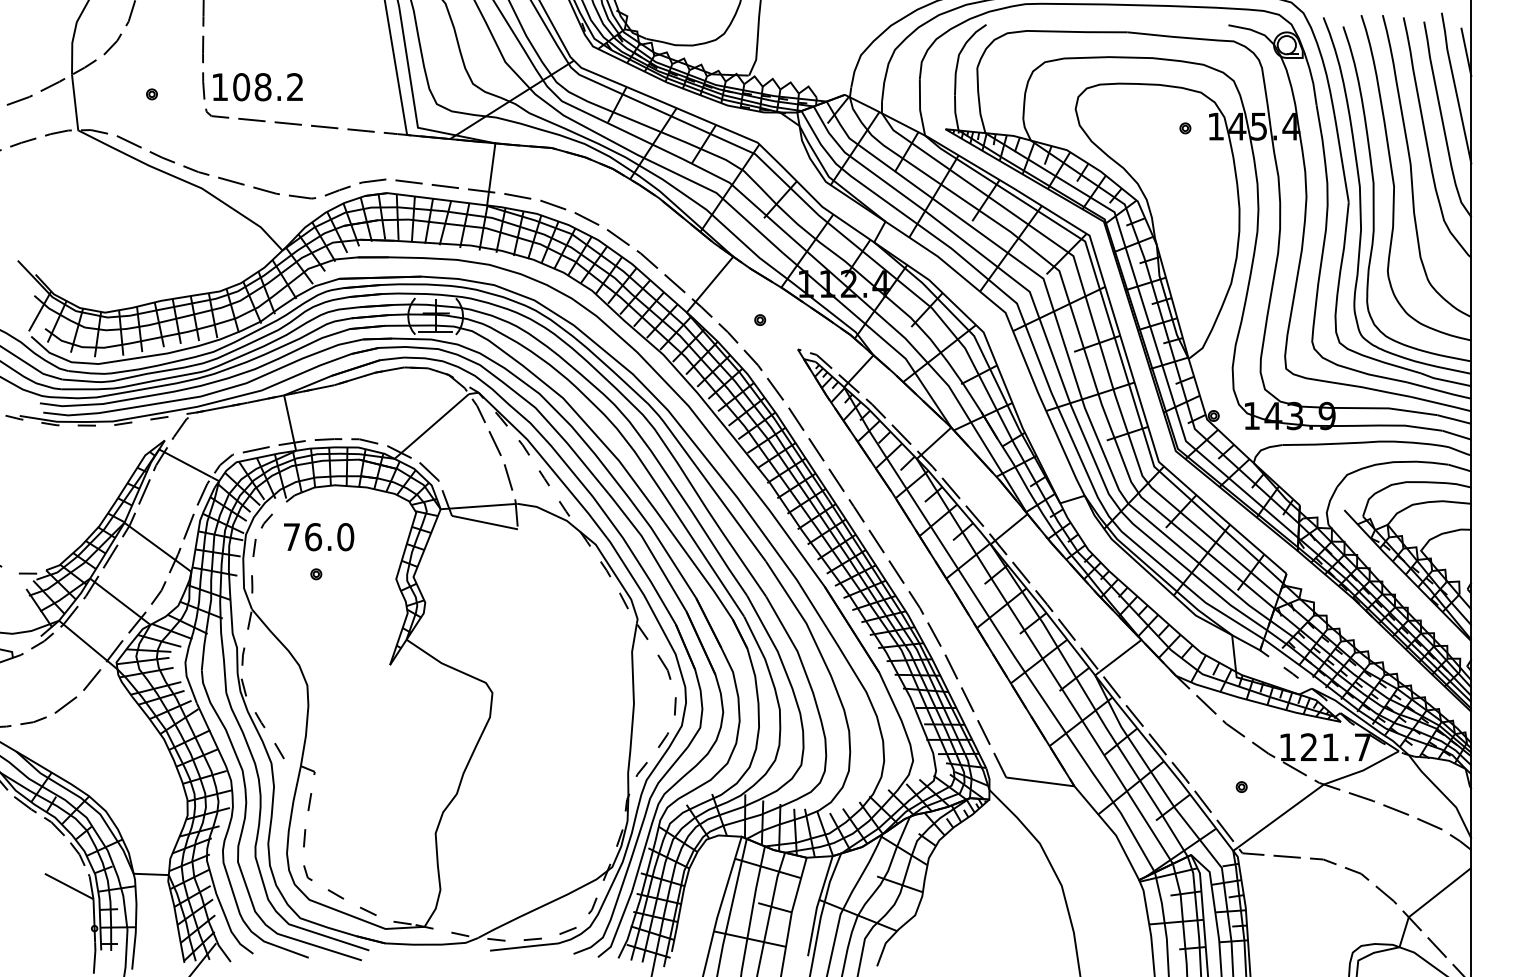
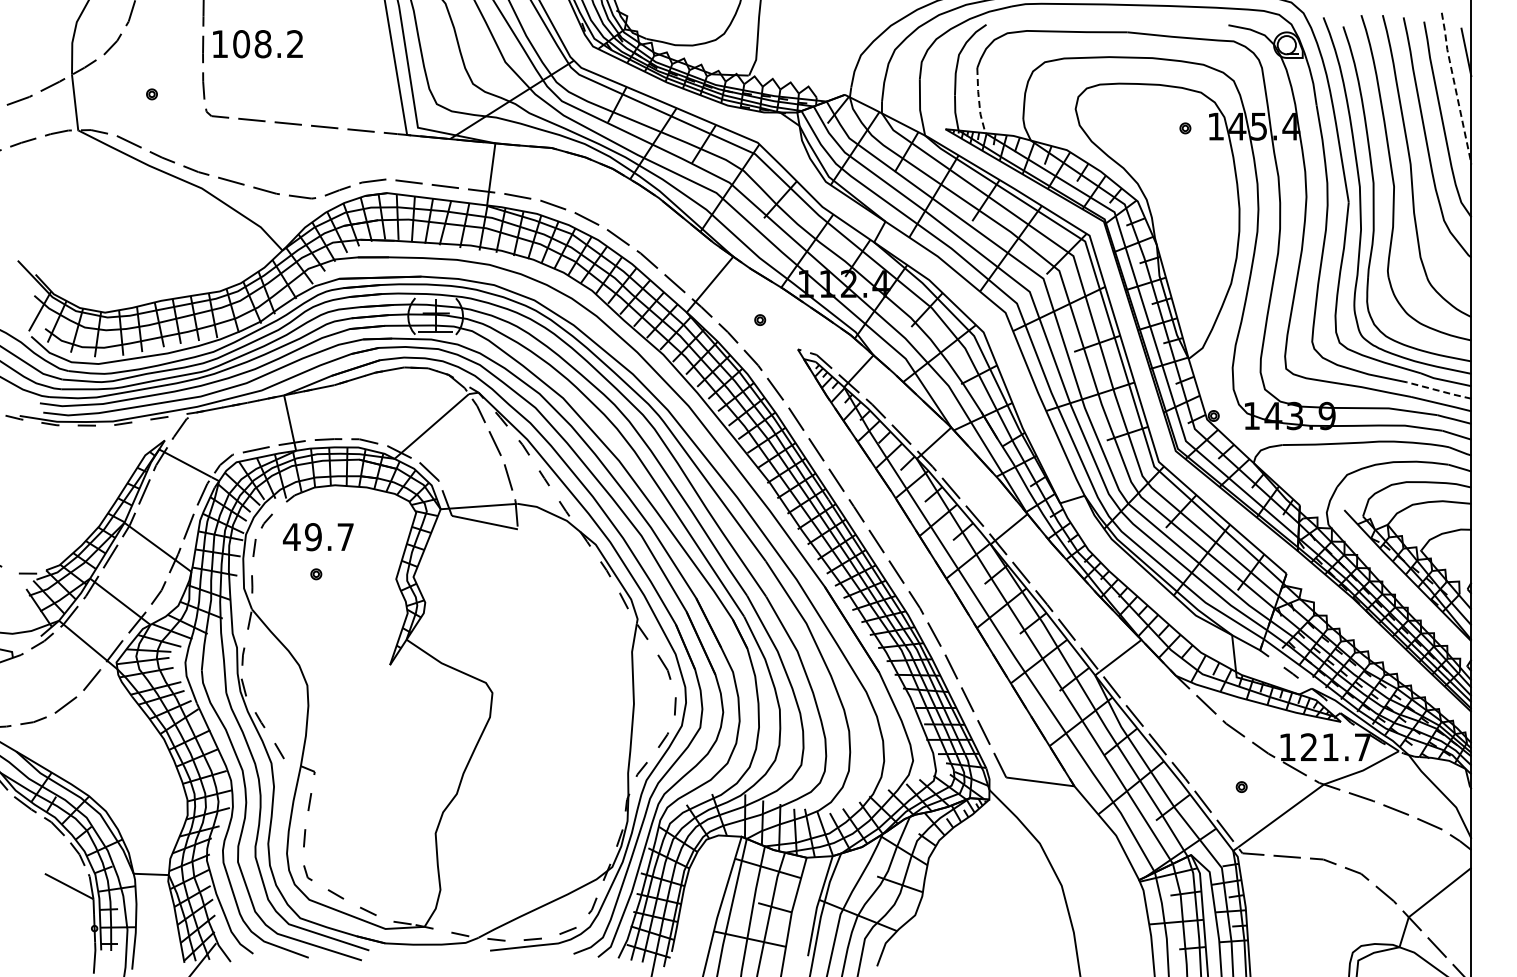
text at (257, 87) position: (257, 87) -> (257, 44)
line at (1455, 87): solid -> dashed
line at (979, 101): solid -> dashed
line at (1439, 390): solid -> dashed
text at (318, 537): 76.0 -> 49.7
